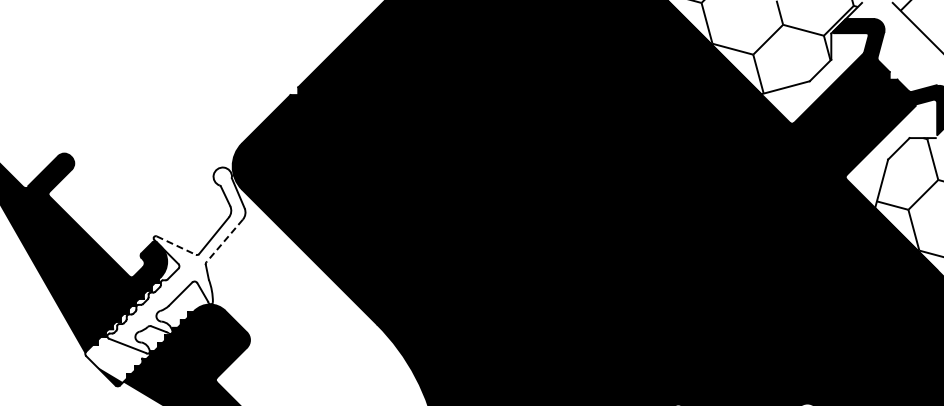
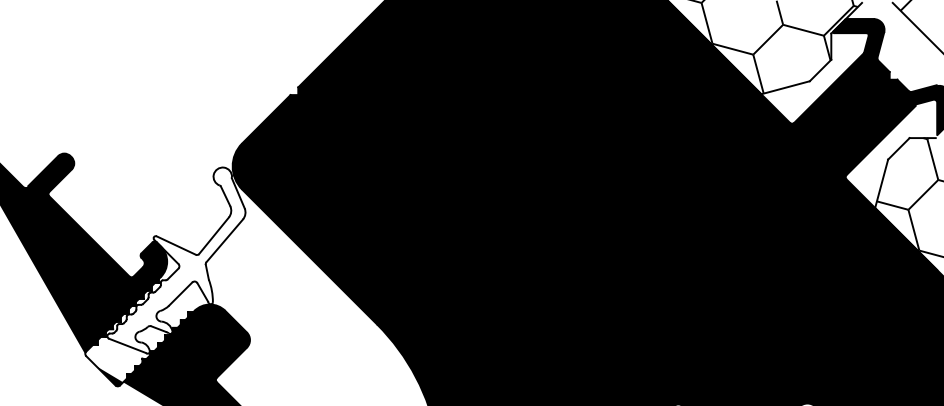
line at (224, 240): dashed -> solid
line at (176, 245): dashed -> solid
